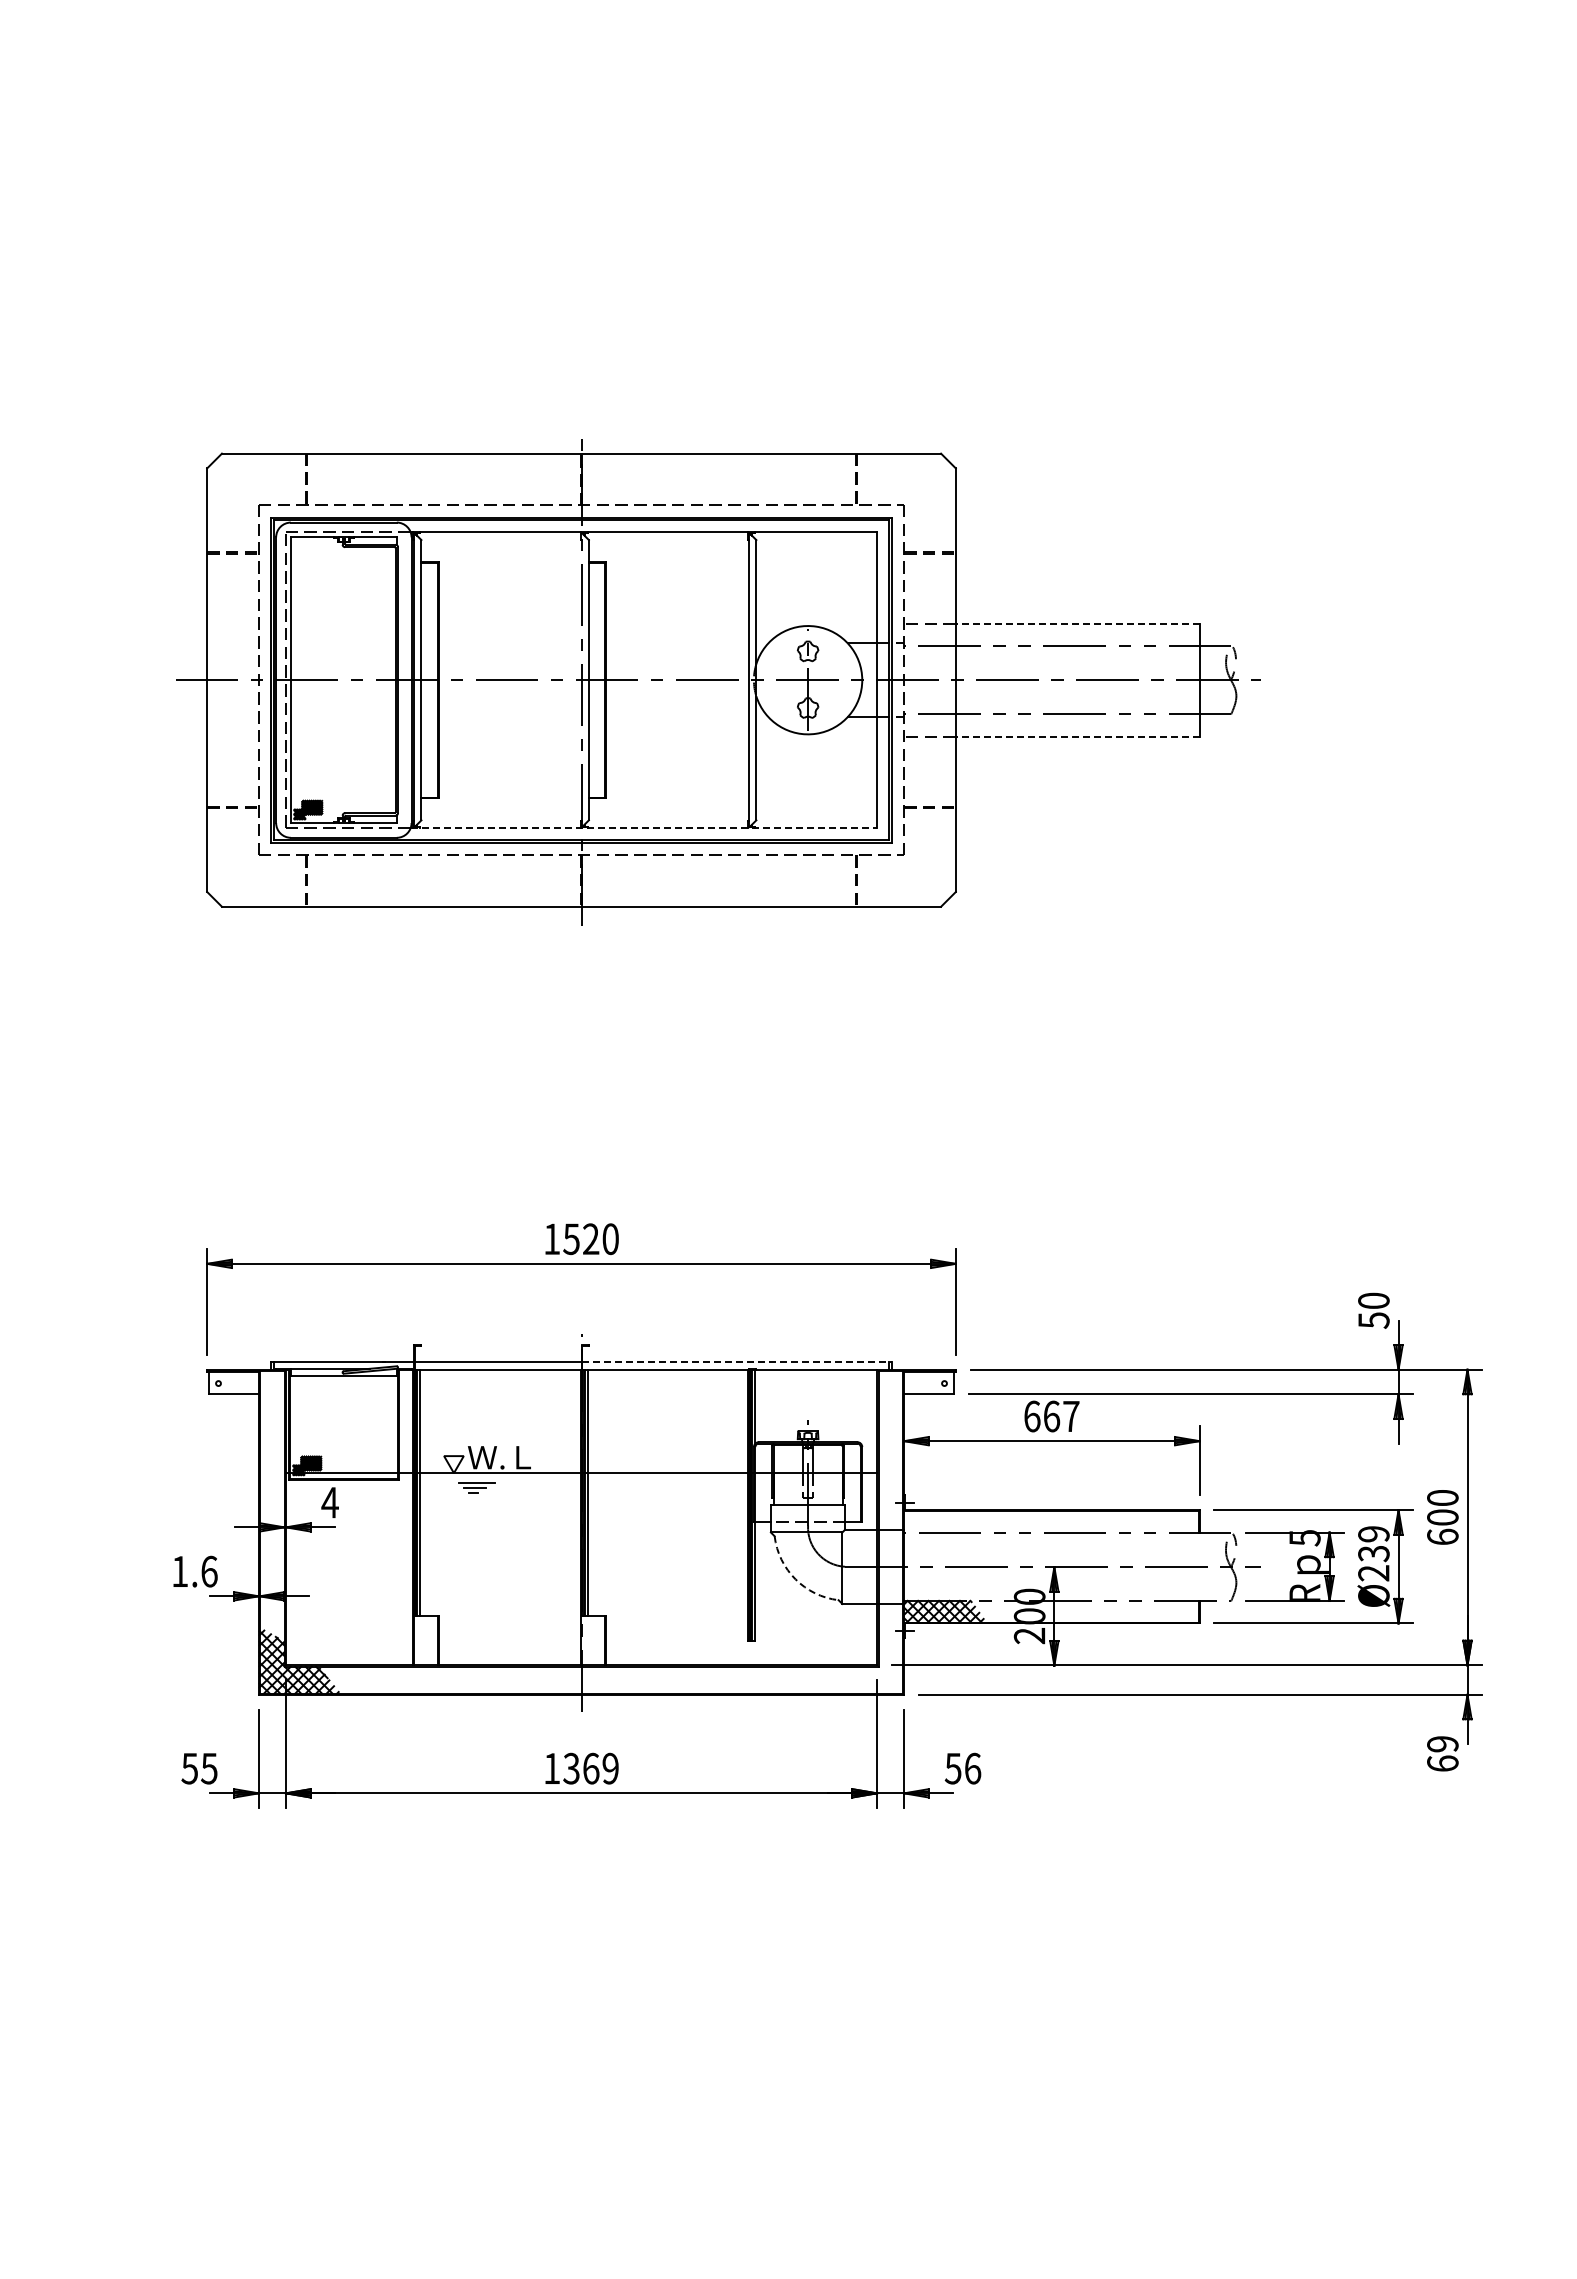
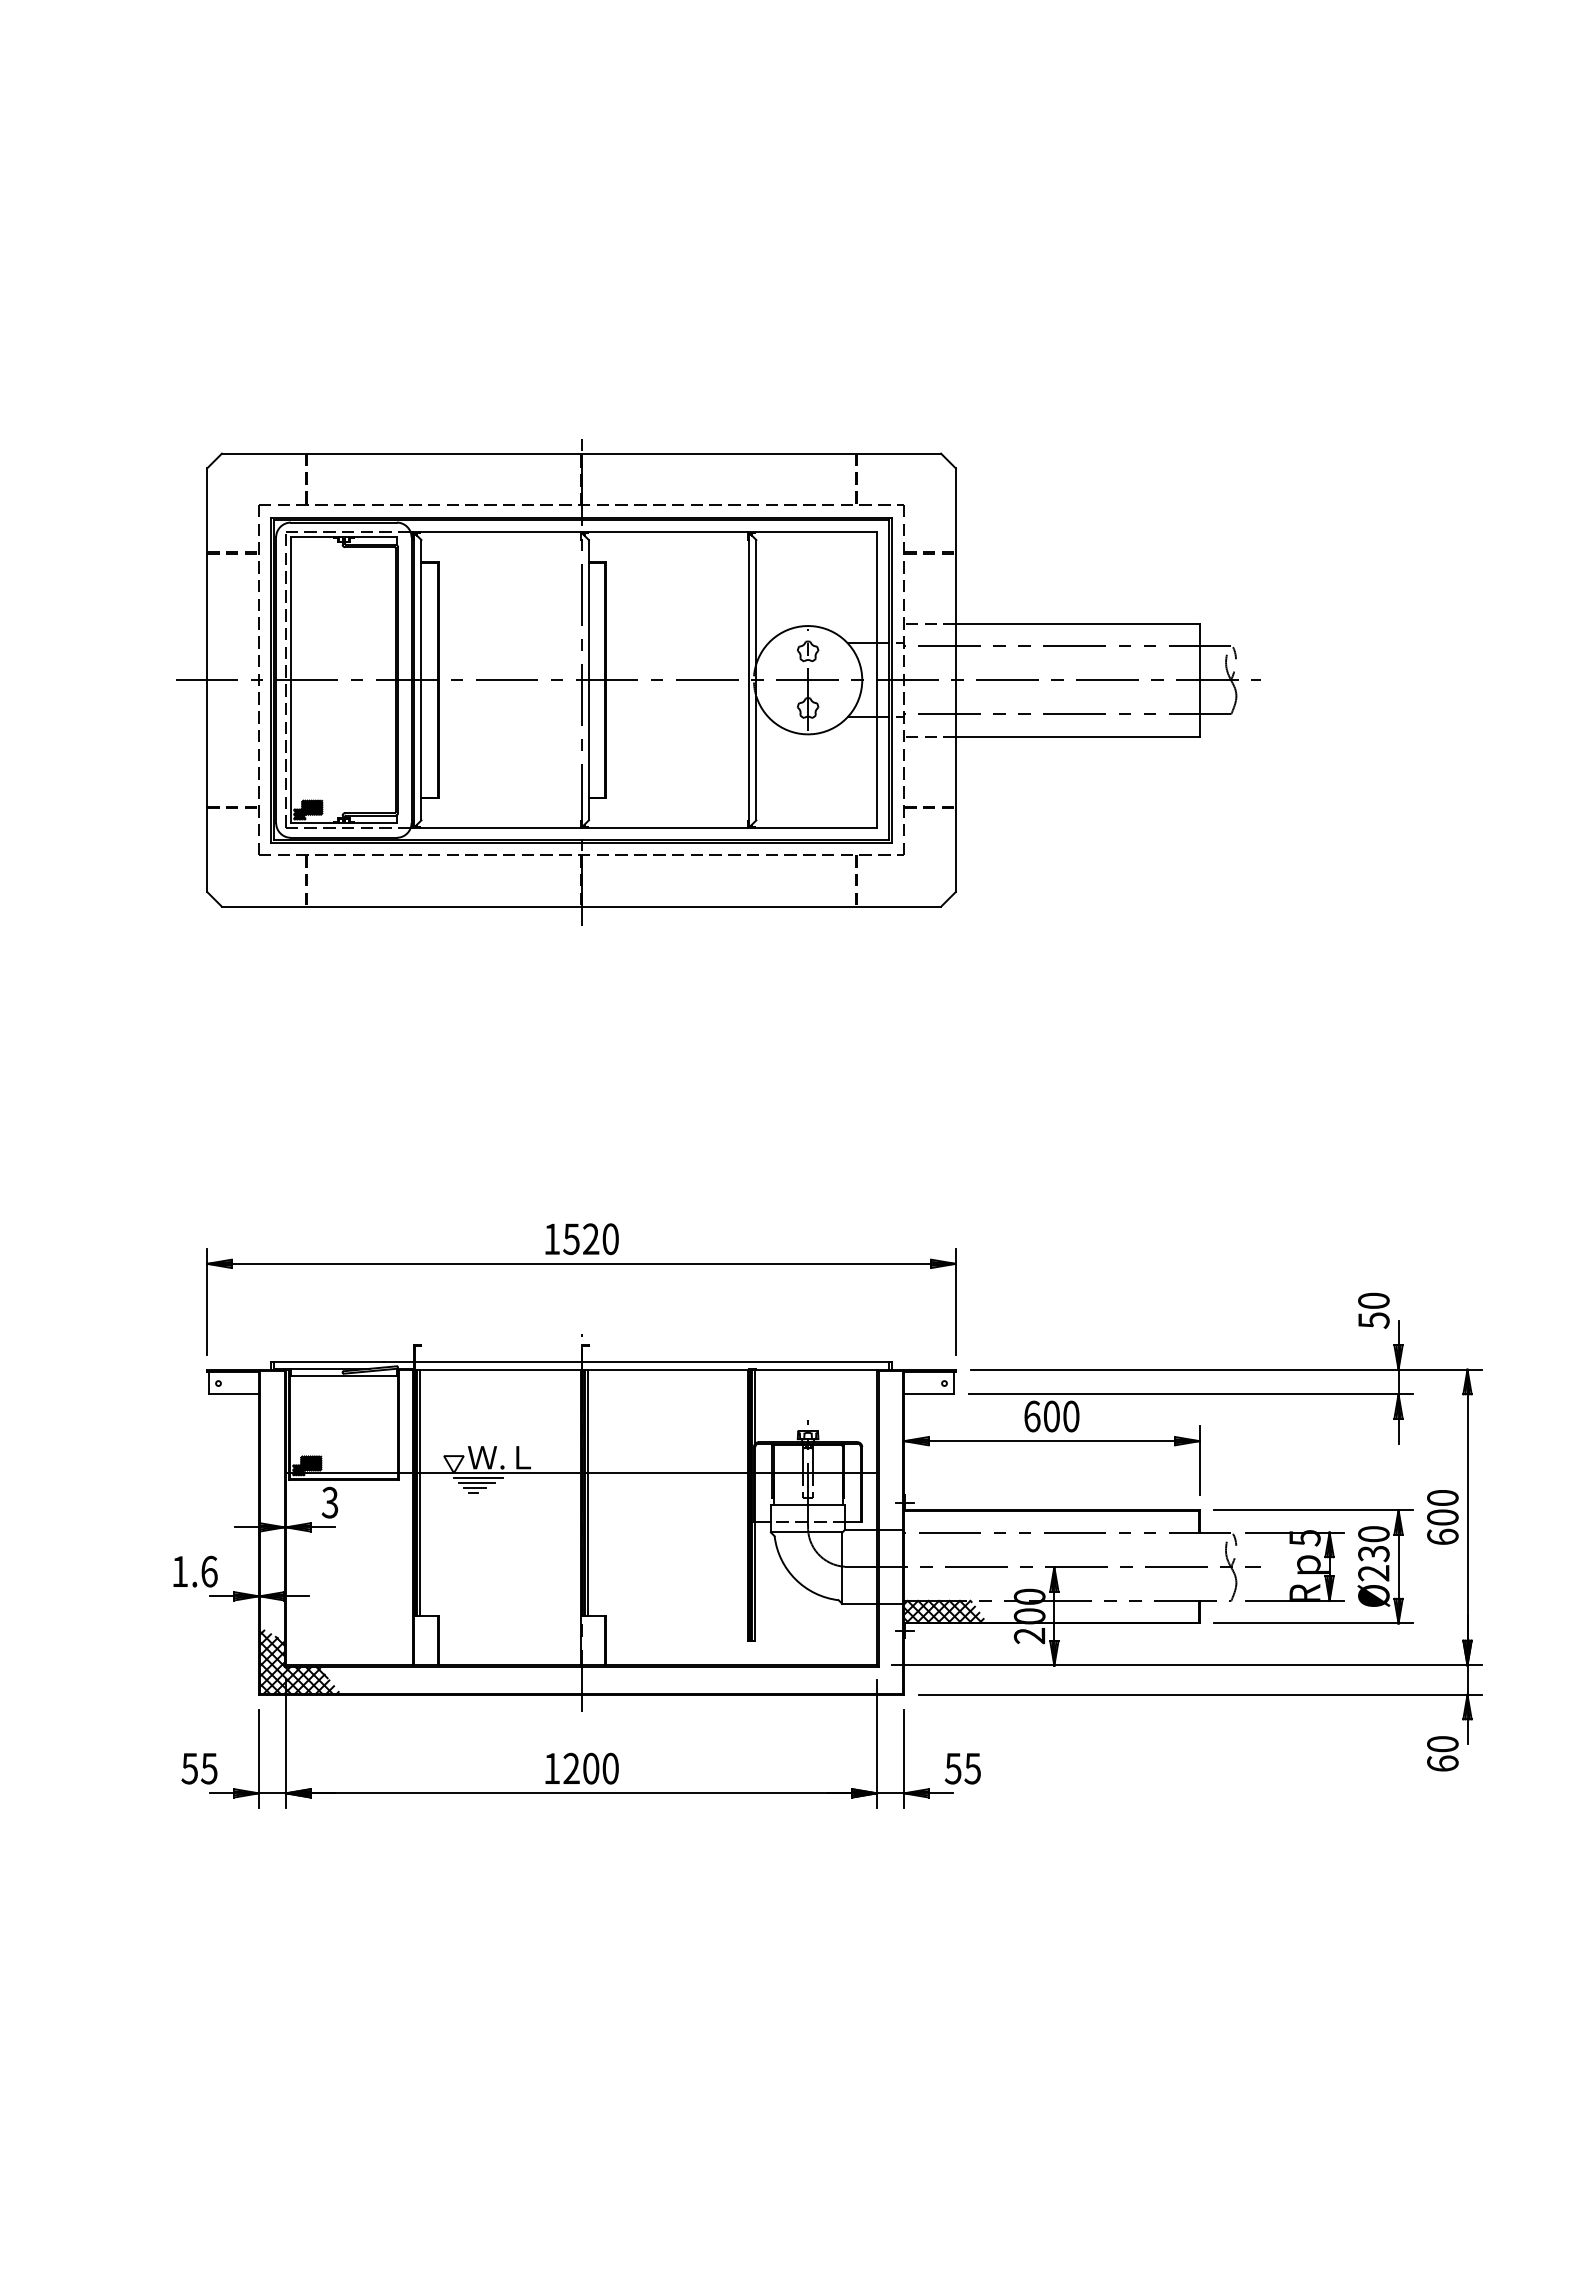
line at (1077, 623): dashed -> solid
line at (1077, 736): dashed -> solid
line at (644, 827): dashed -> solid
line at (737, 1362): dashed -> solid
text at (1061, 1416): 667 -> 600
line at (478, 1478): none -> present
text at (329, 1502): 4 -> 3
text at (1373, 1534): Ø239 -> Ø230
arc at (795, 1579): dashed -> solid
text at (1442, 1744): 69 -> 60
text at (590, 1768): 1369 -> 1200
text at (972, 1768): 56 -> 55
